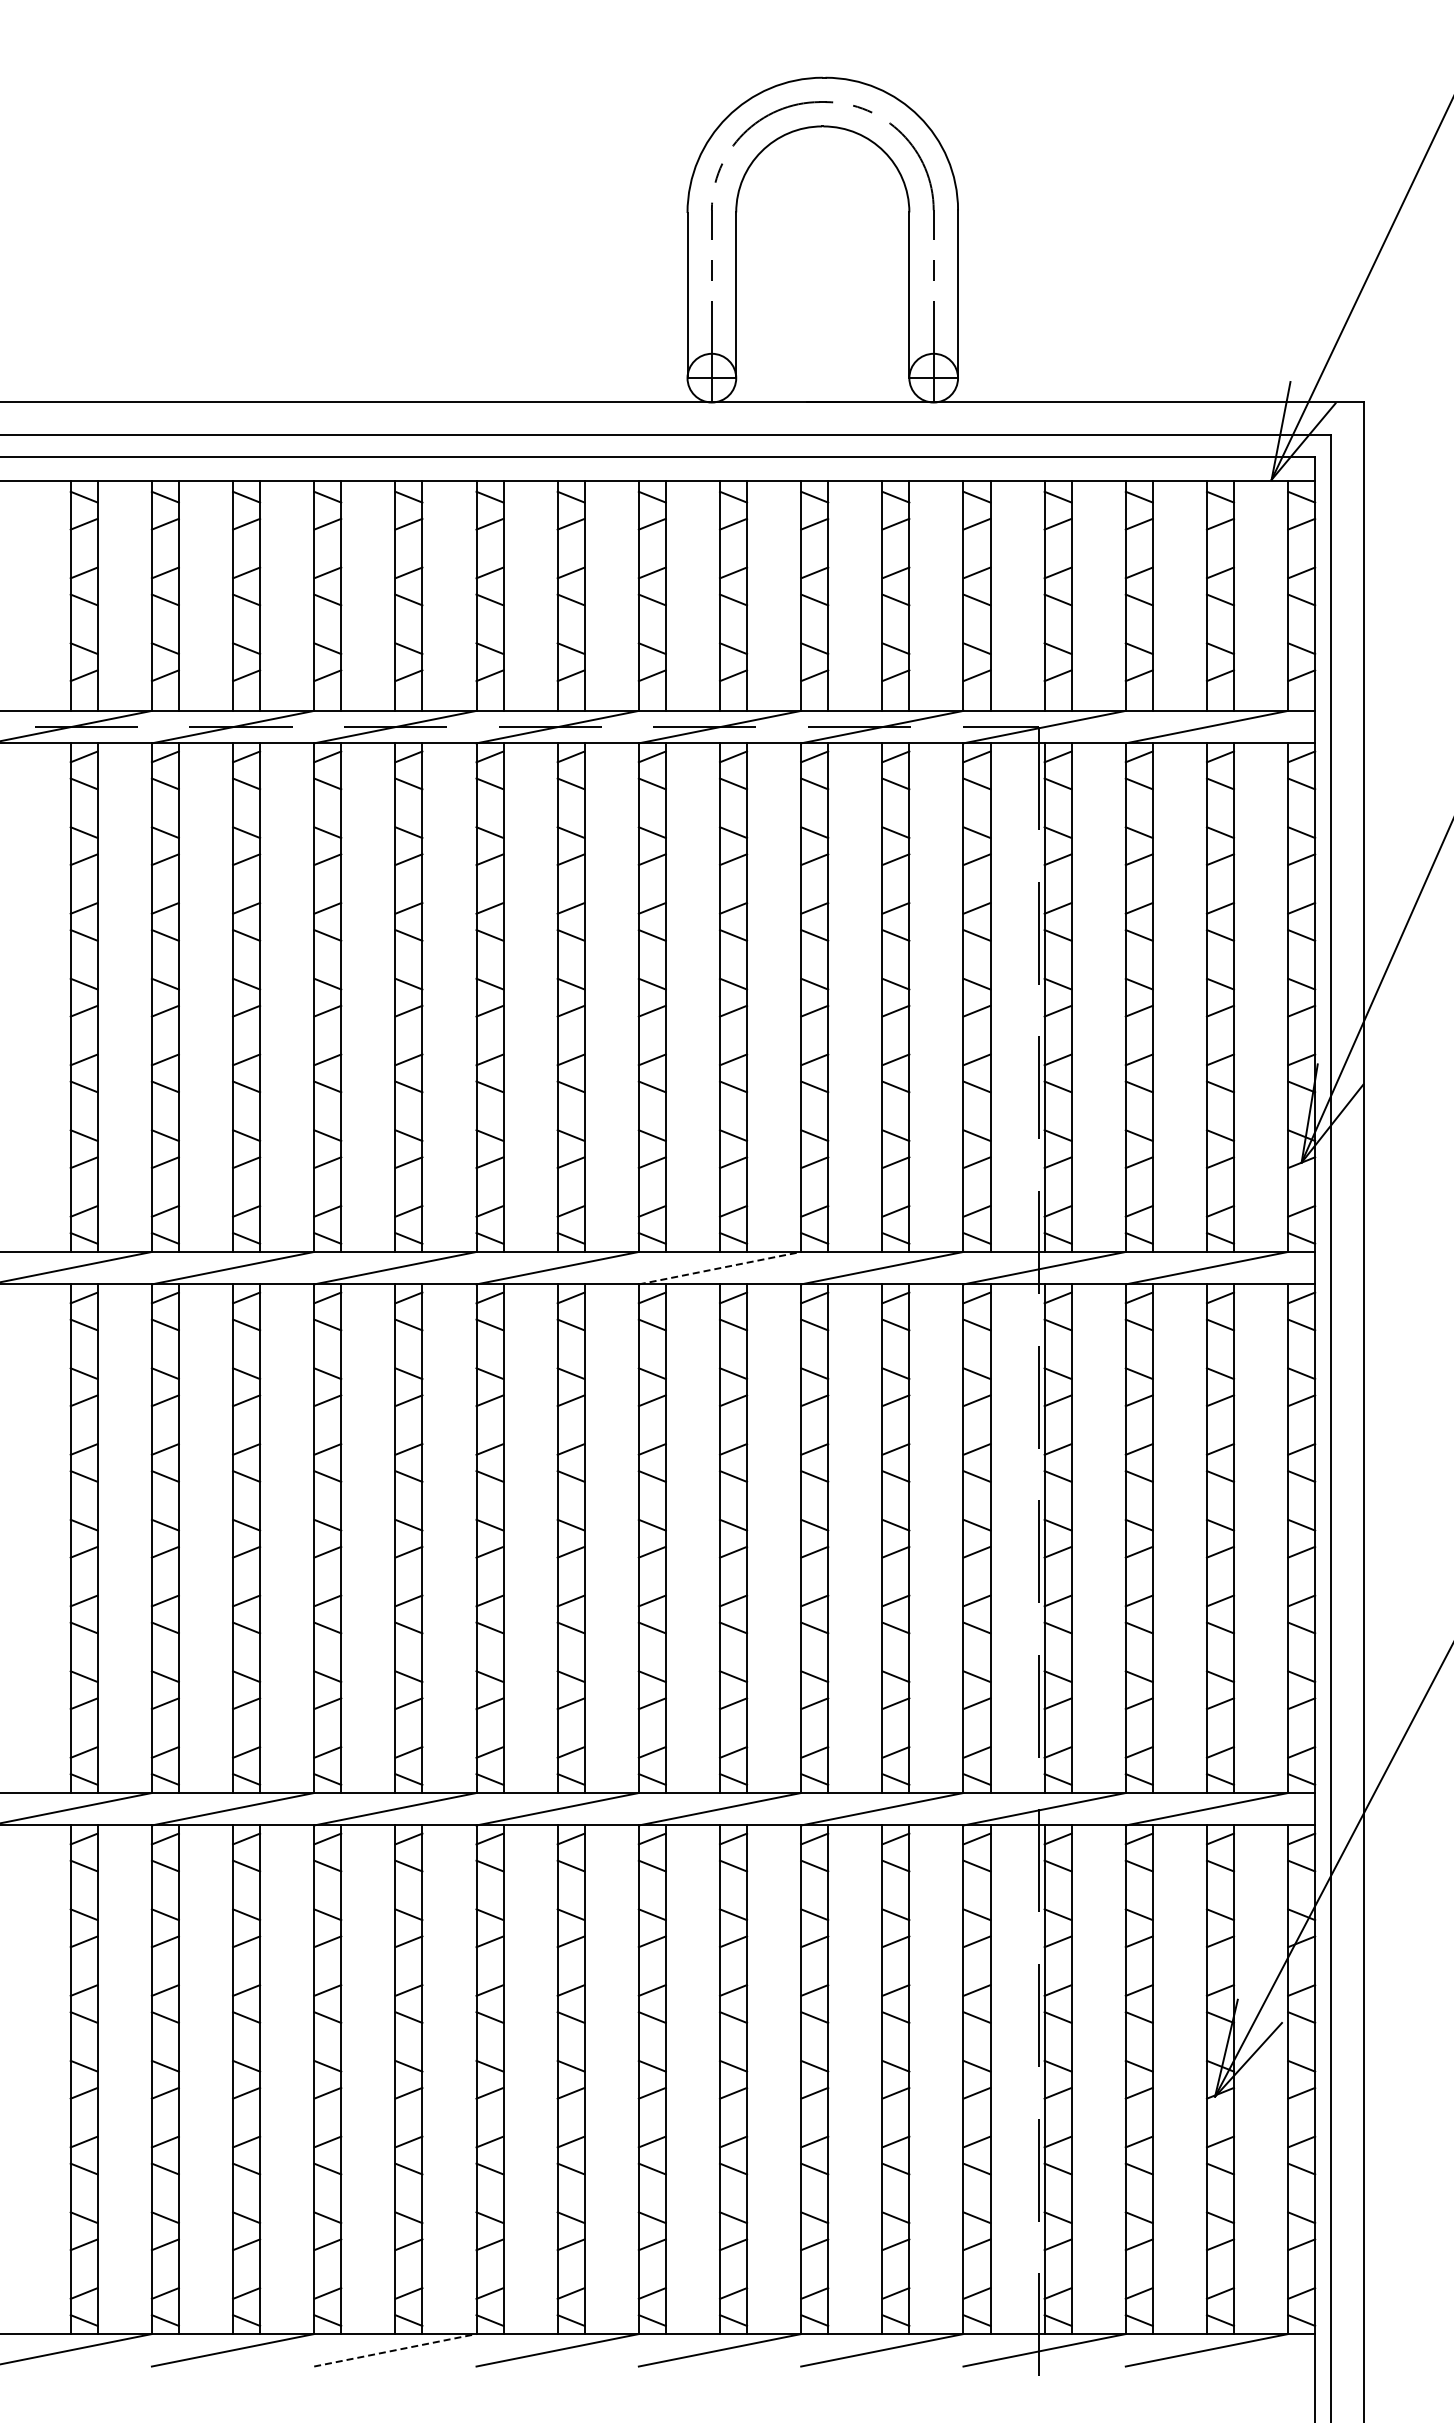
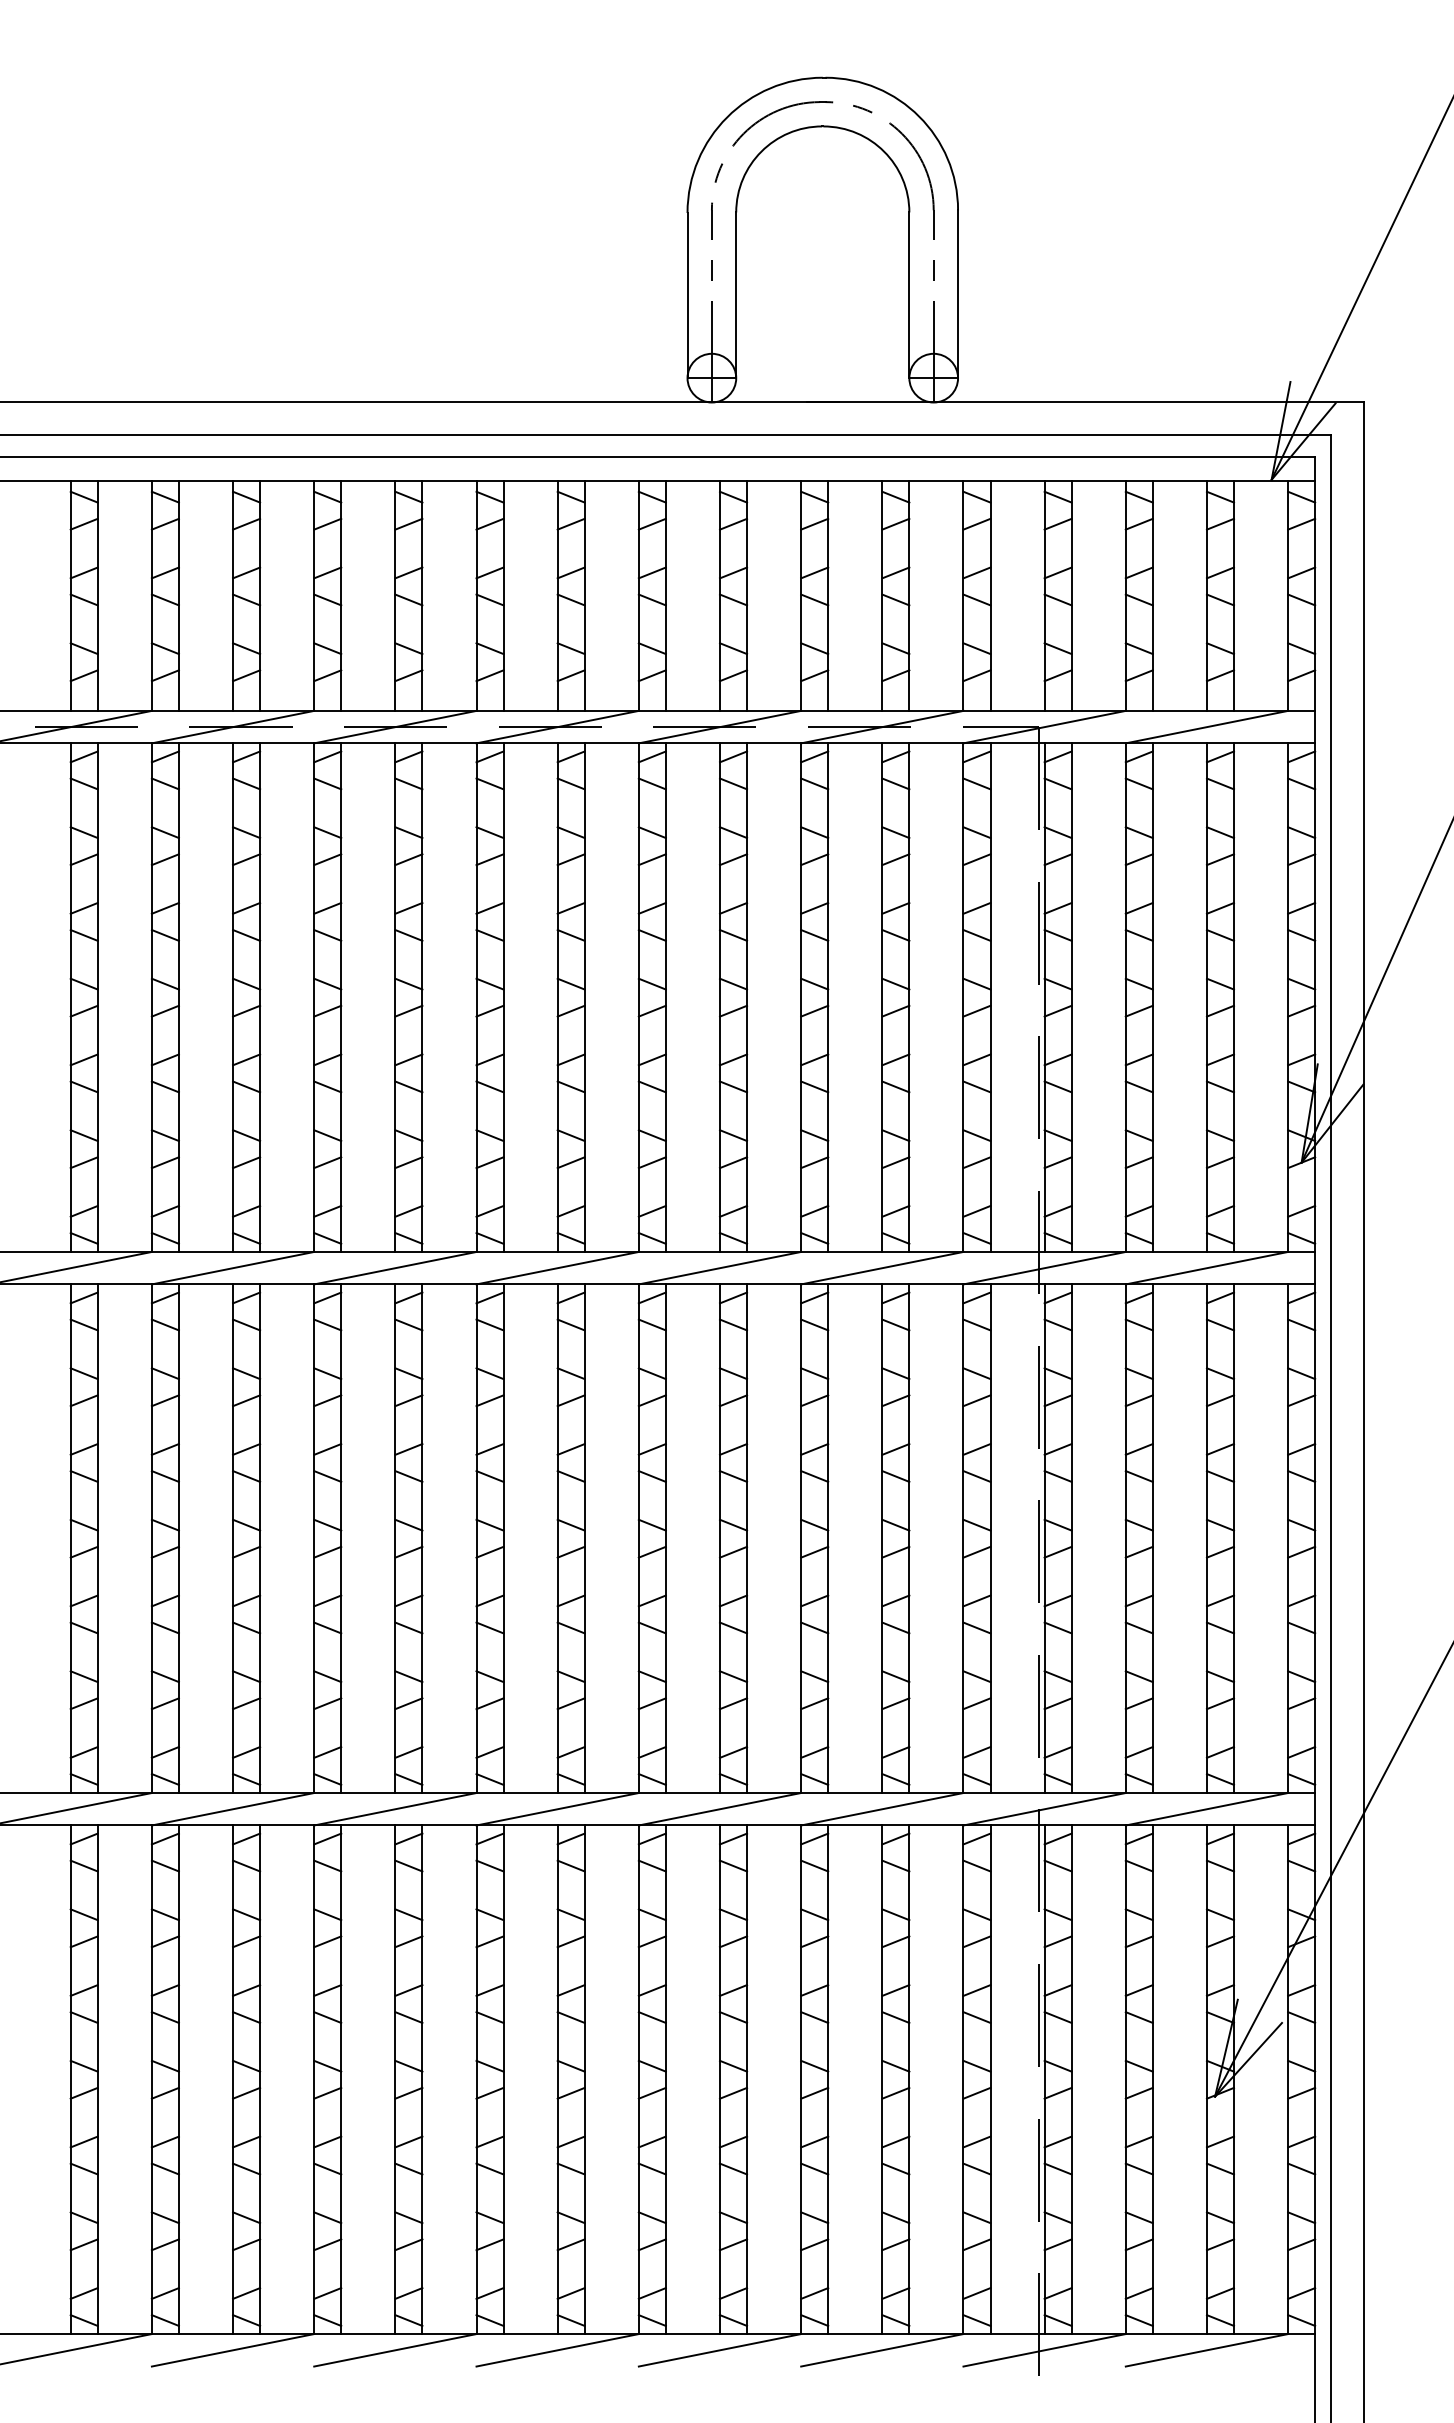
line at (720, 1268): dashed -> solid
line at (395, 2350): dashed -> solid
